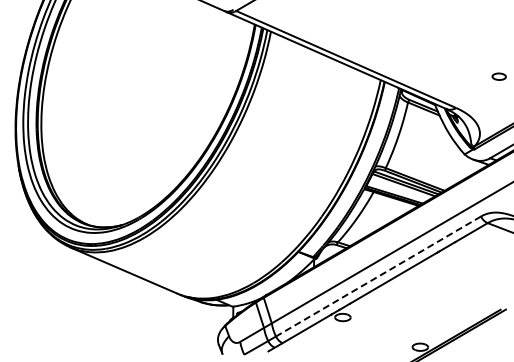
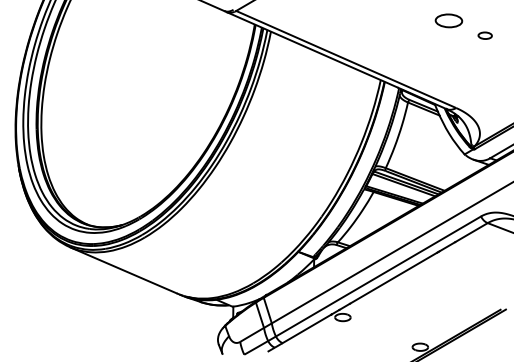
part at (448, 20): none -> present
part at (498, 76) position: (498, 76) -> (484, 35)
line at (378, 276): dashed -> solid
